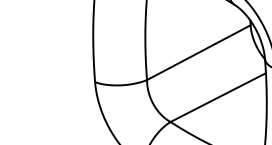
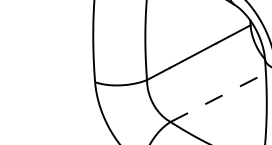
line at (218, 97): solid -> dashed
